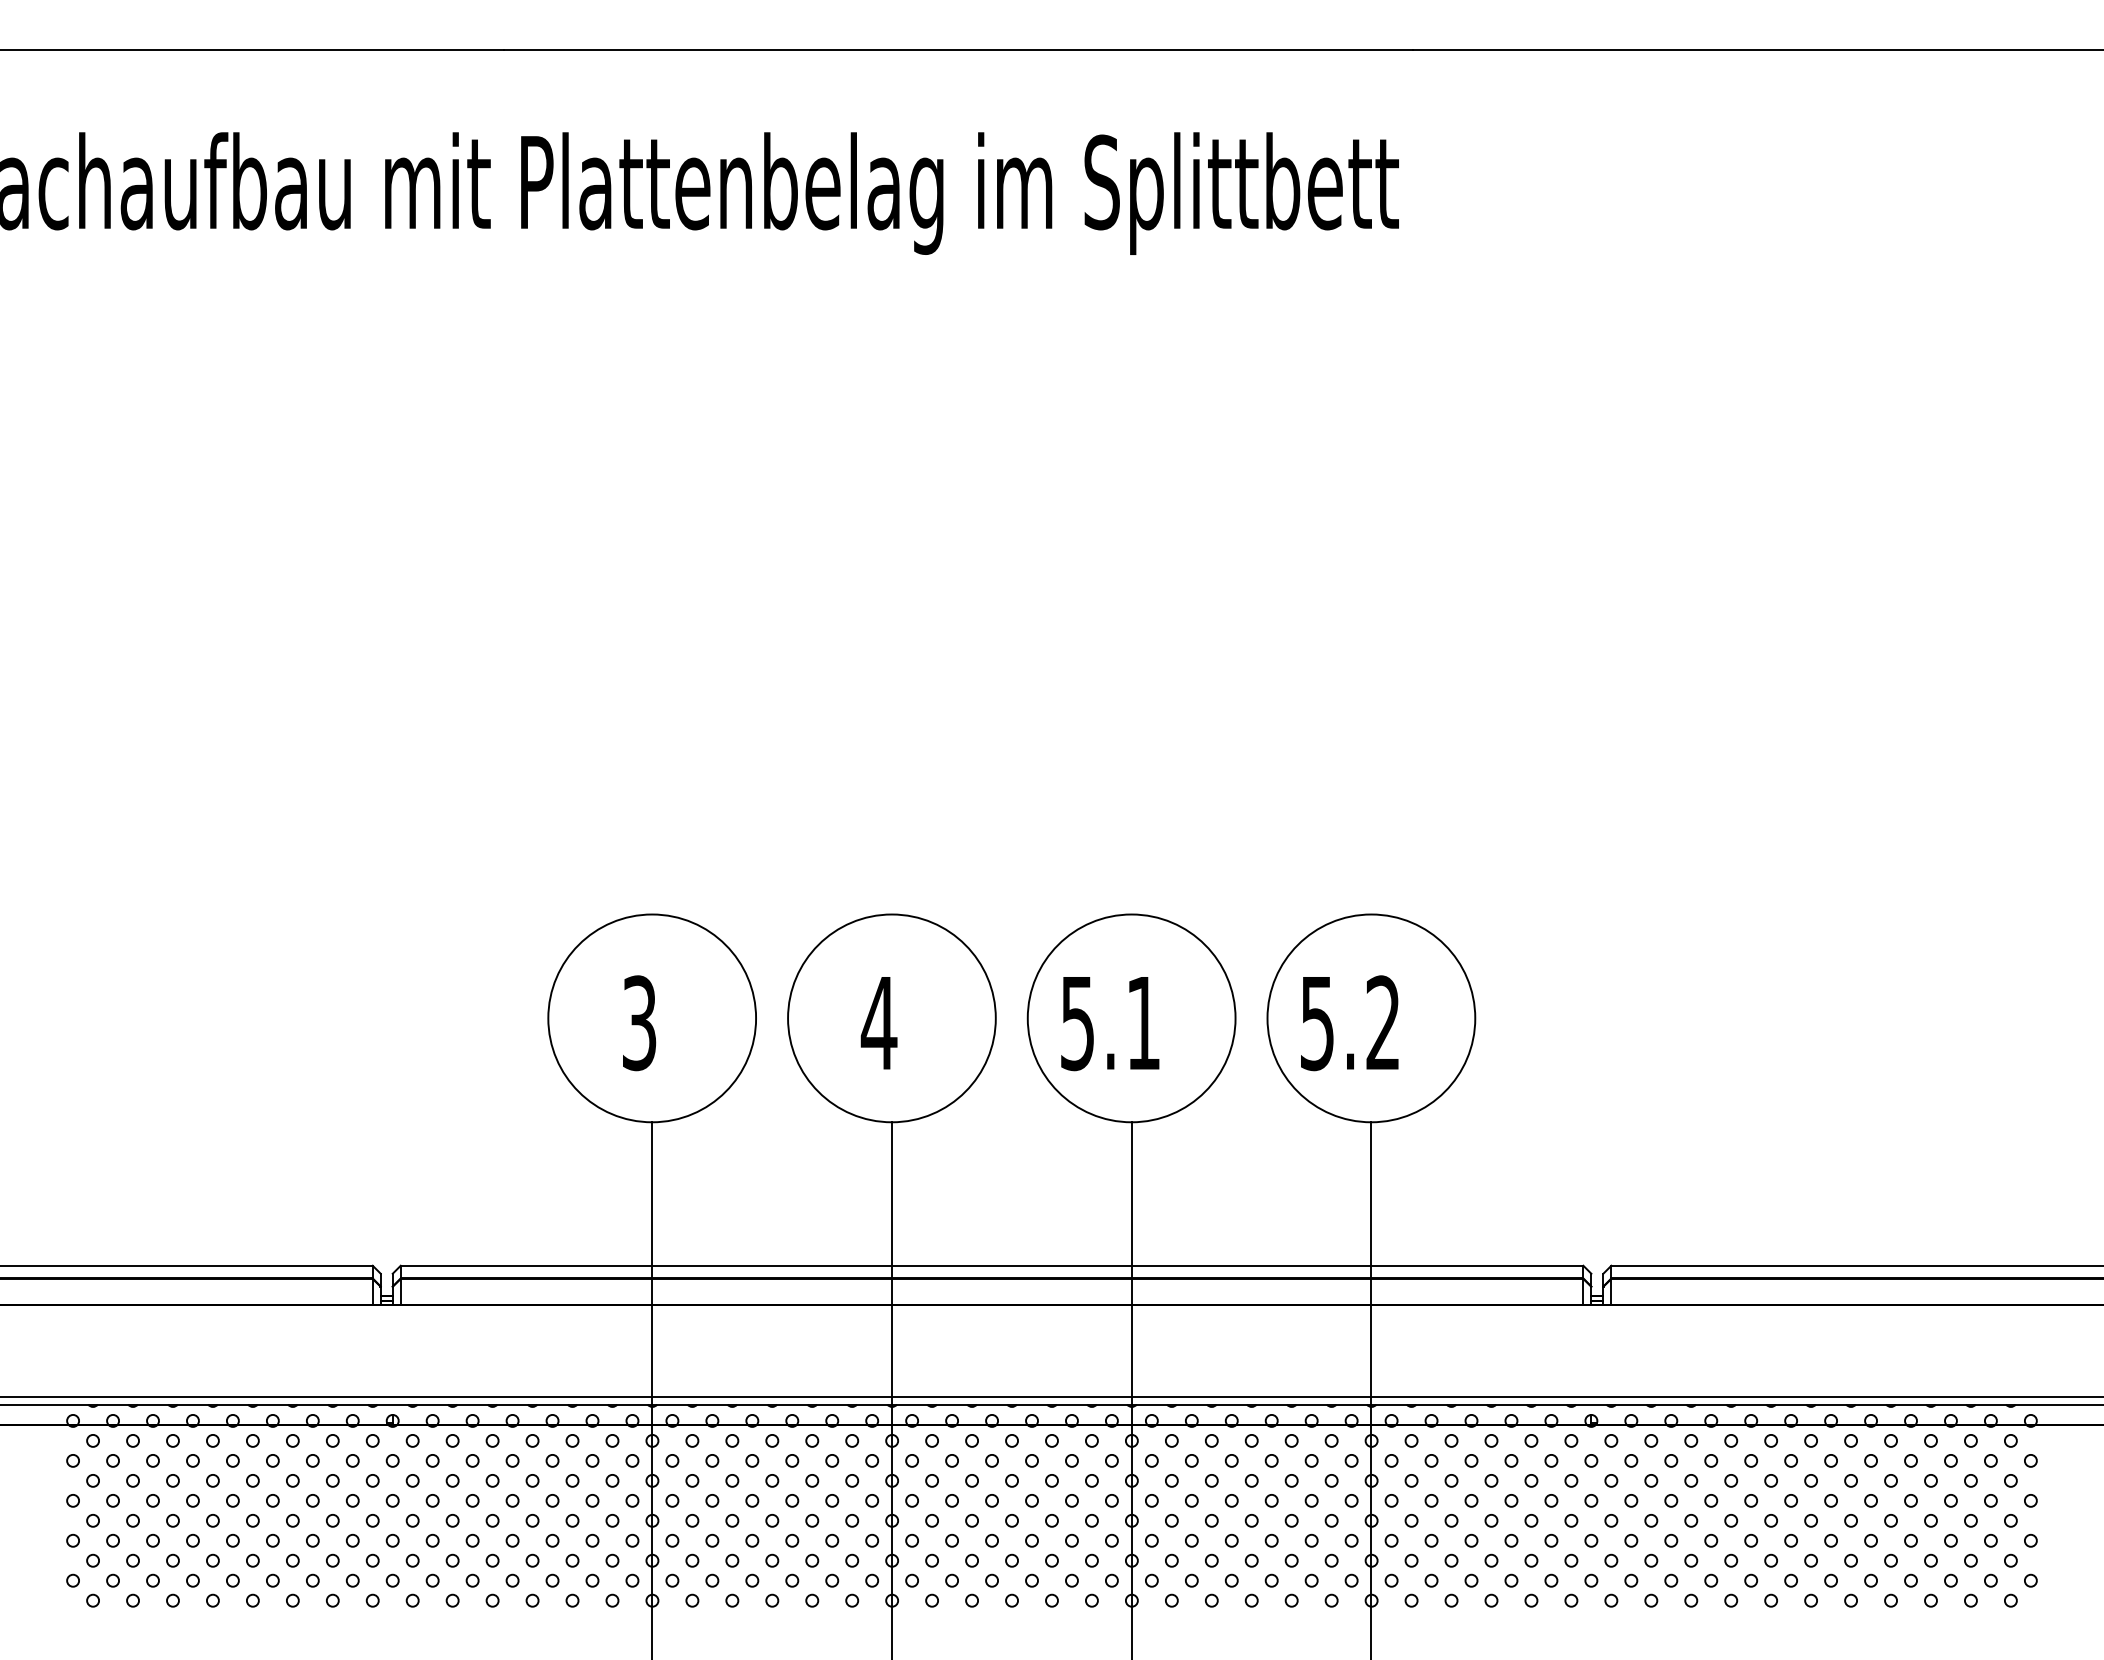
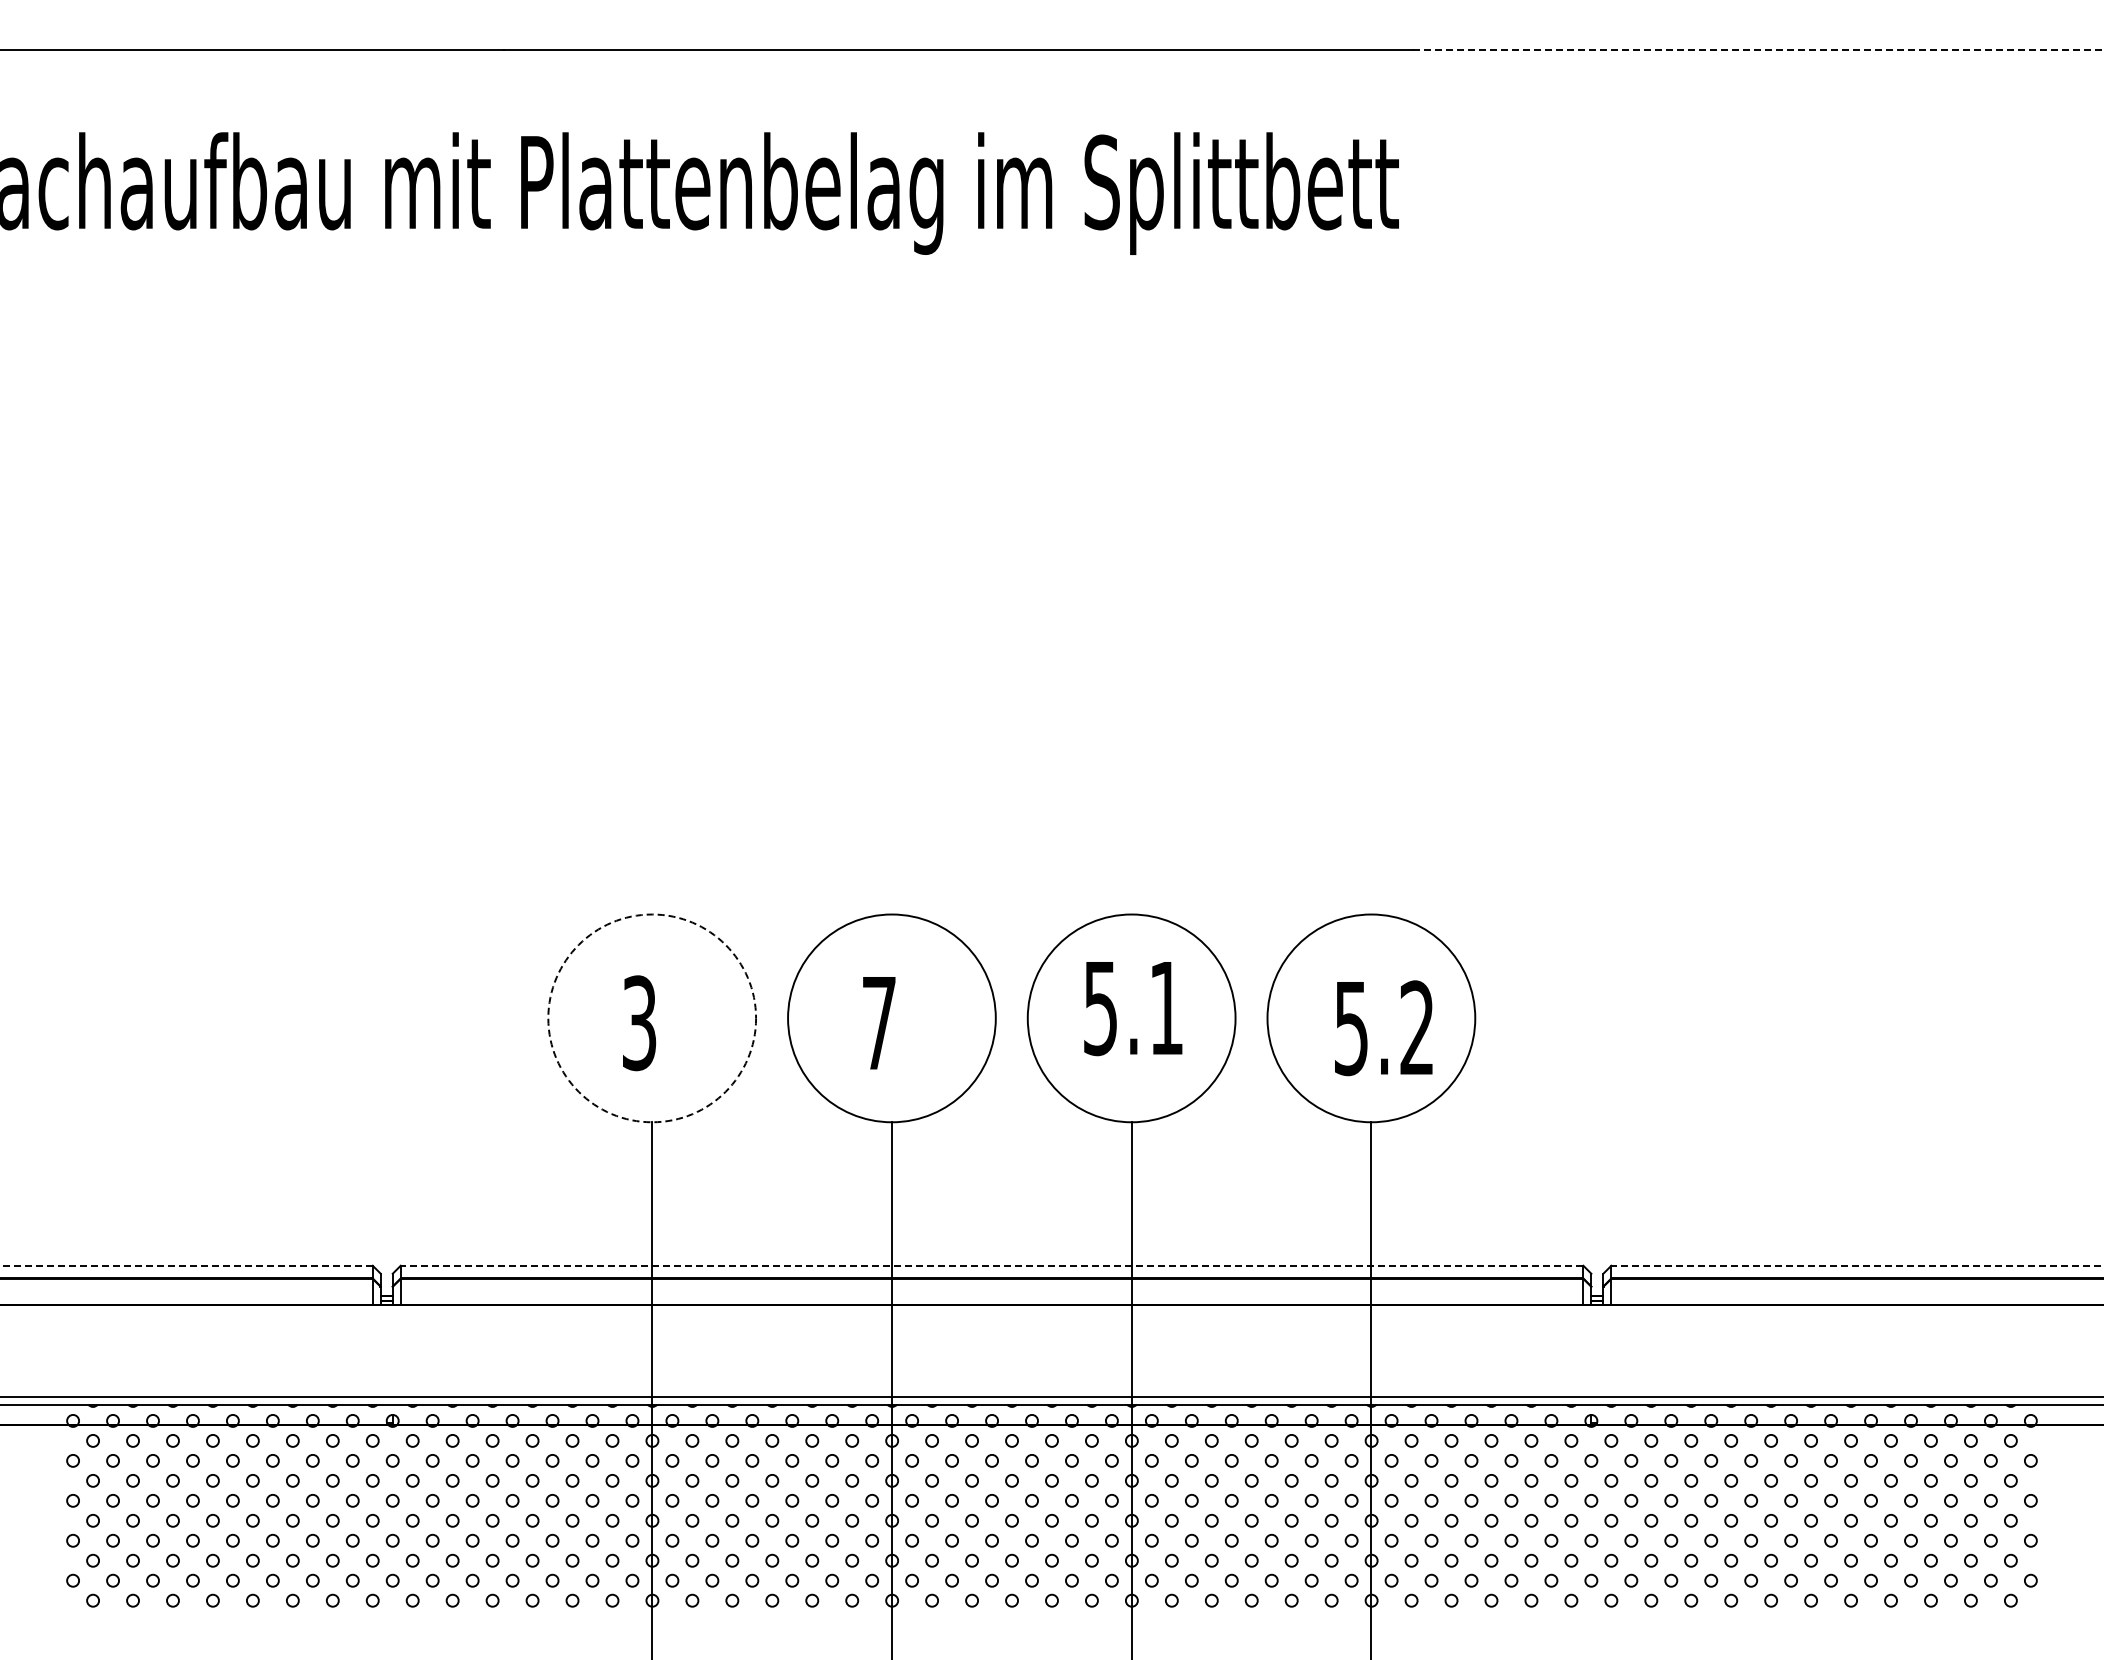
line at (1759, 49): solid -> dashed
circle at (652, 1018): solid -> dashed
text at (878, 1023): 4 -> 7
text at (1349, 1023) position: (1349, 1023) -> (1383, 1028)
text at (1110, 1024) position: (1110, 1024) -> (1133, 1009)
line at (186, 1265): solid -> dashed
line at (991, 1265): solid -> dashed
line at (1857, 1265): solid -> dashed
